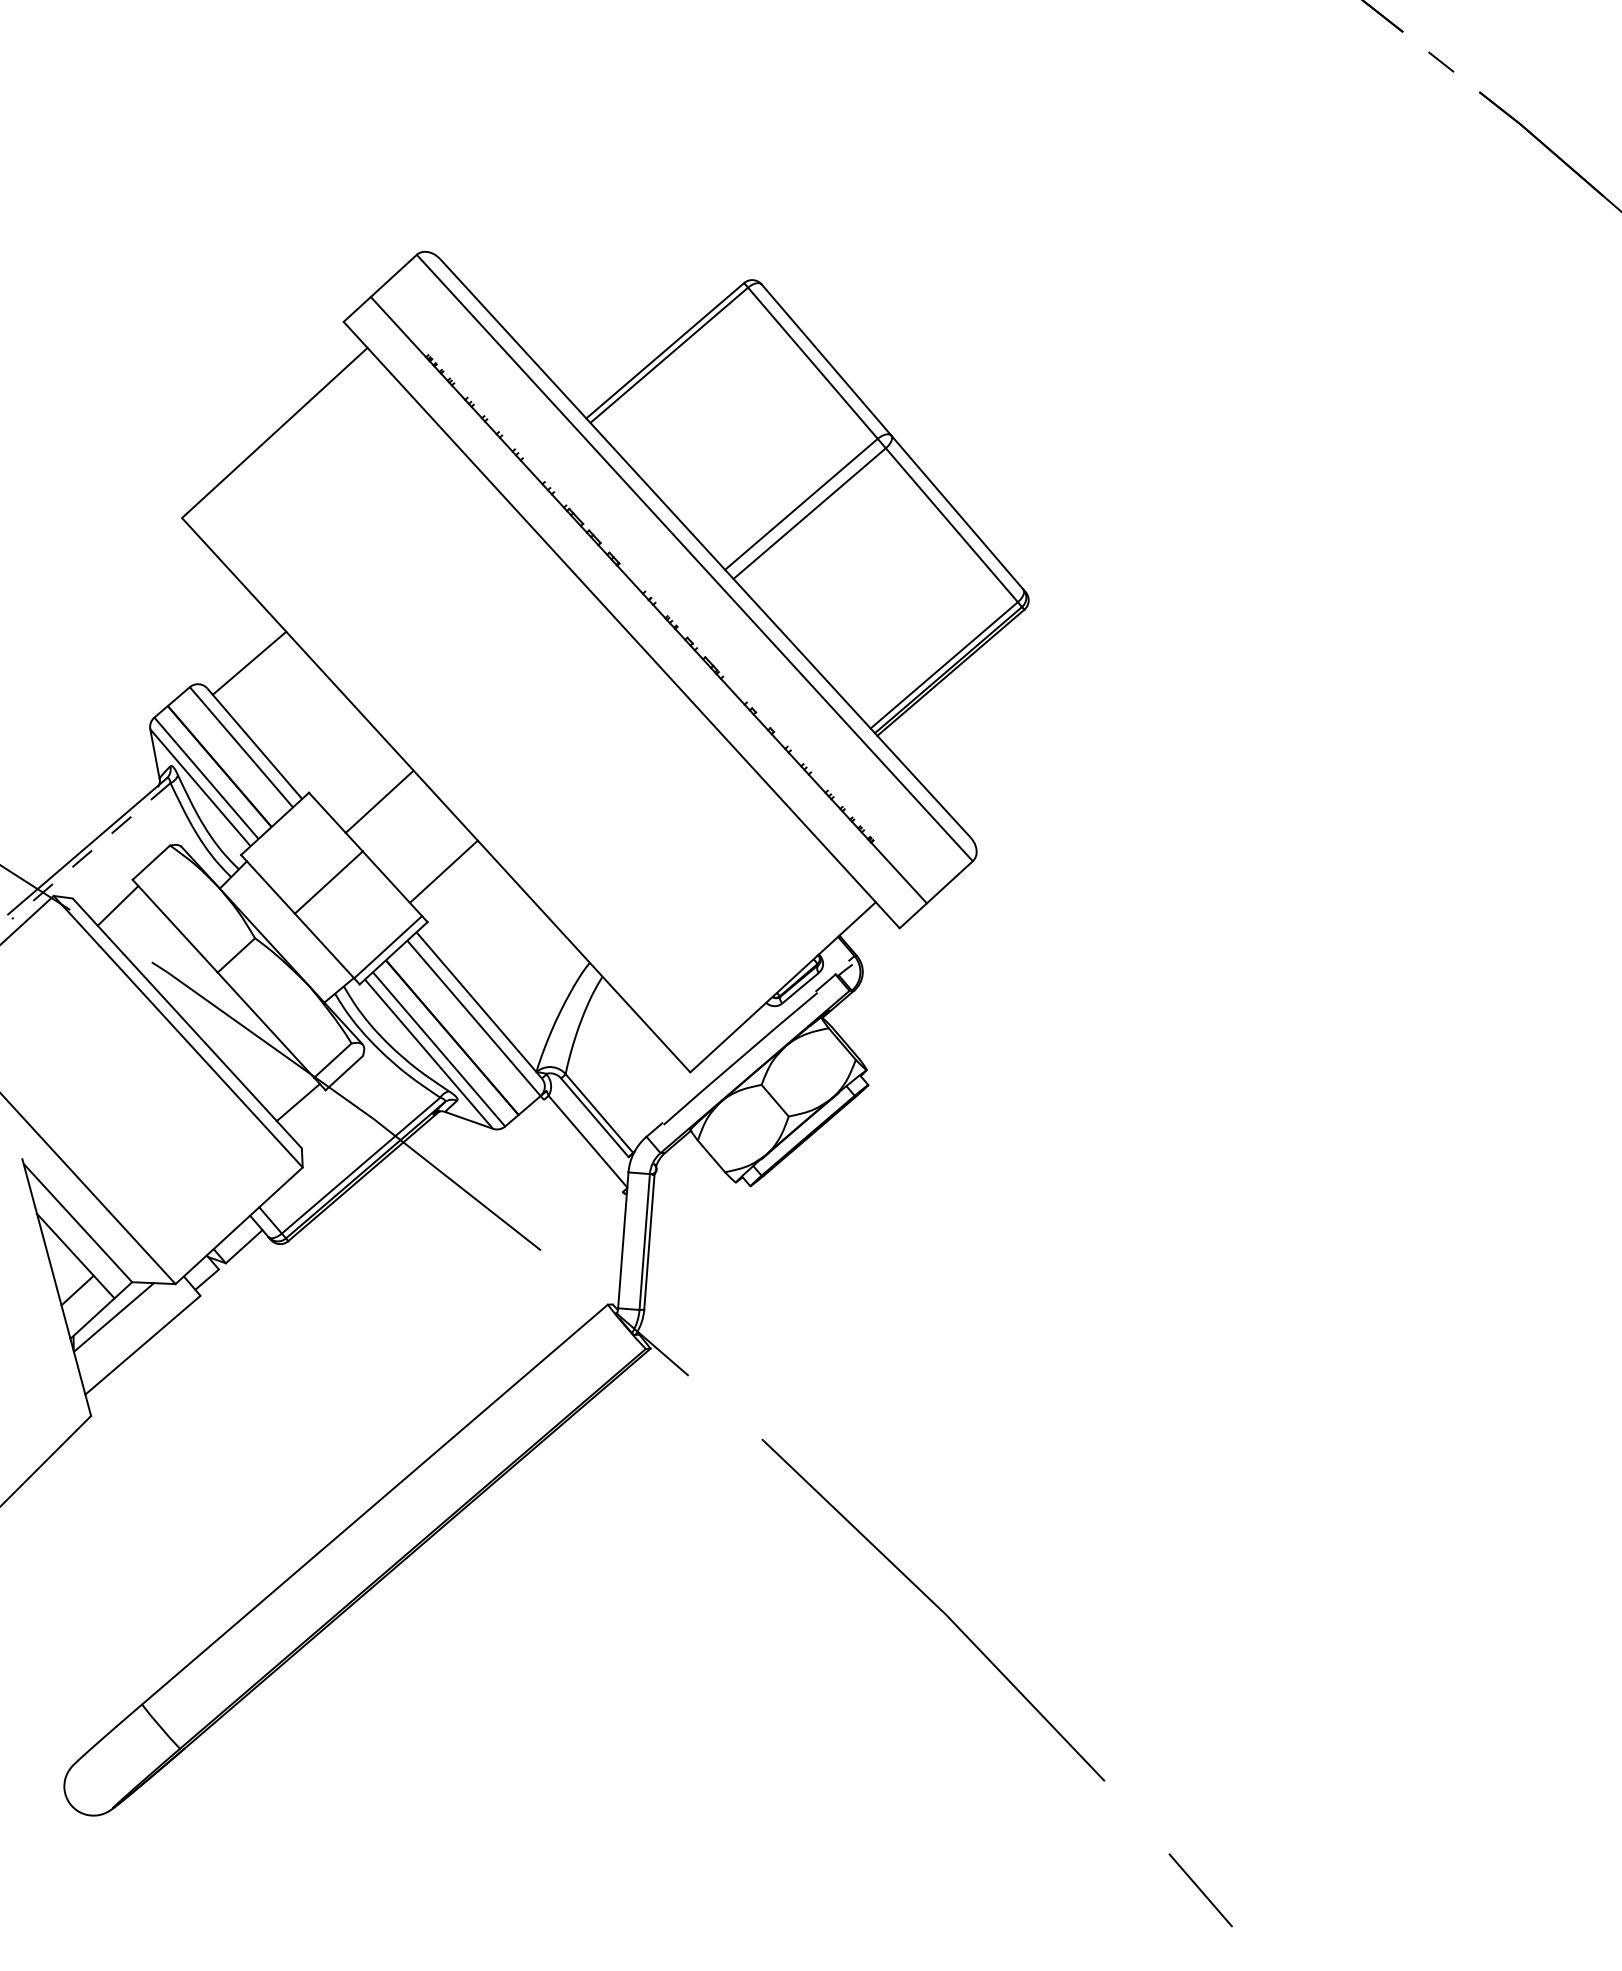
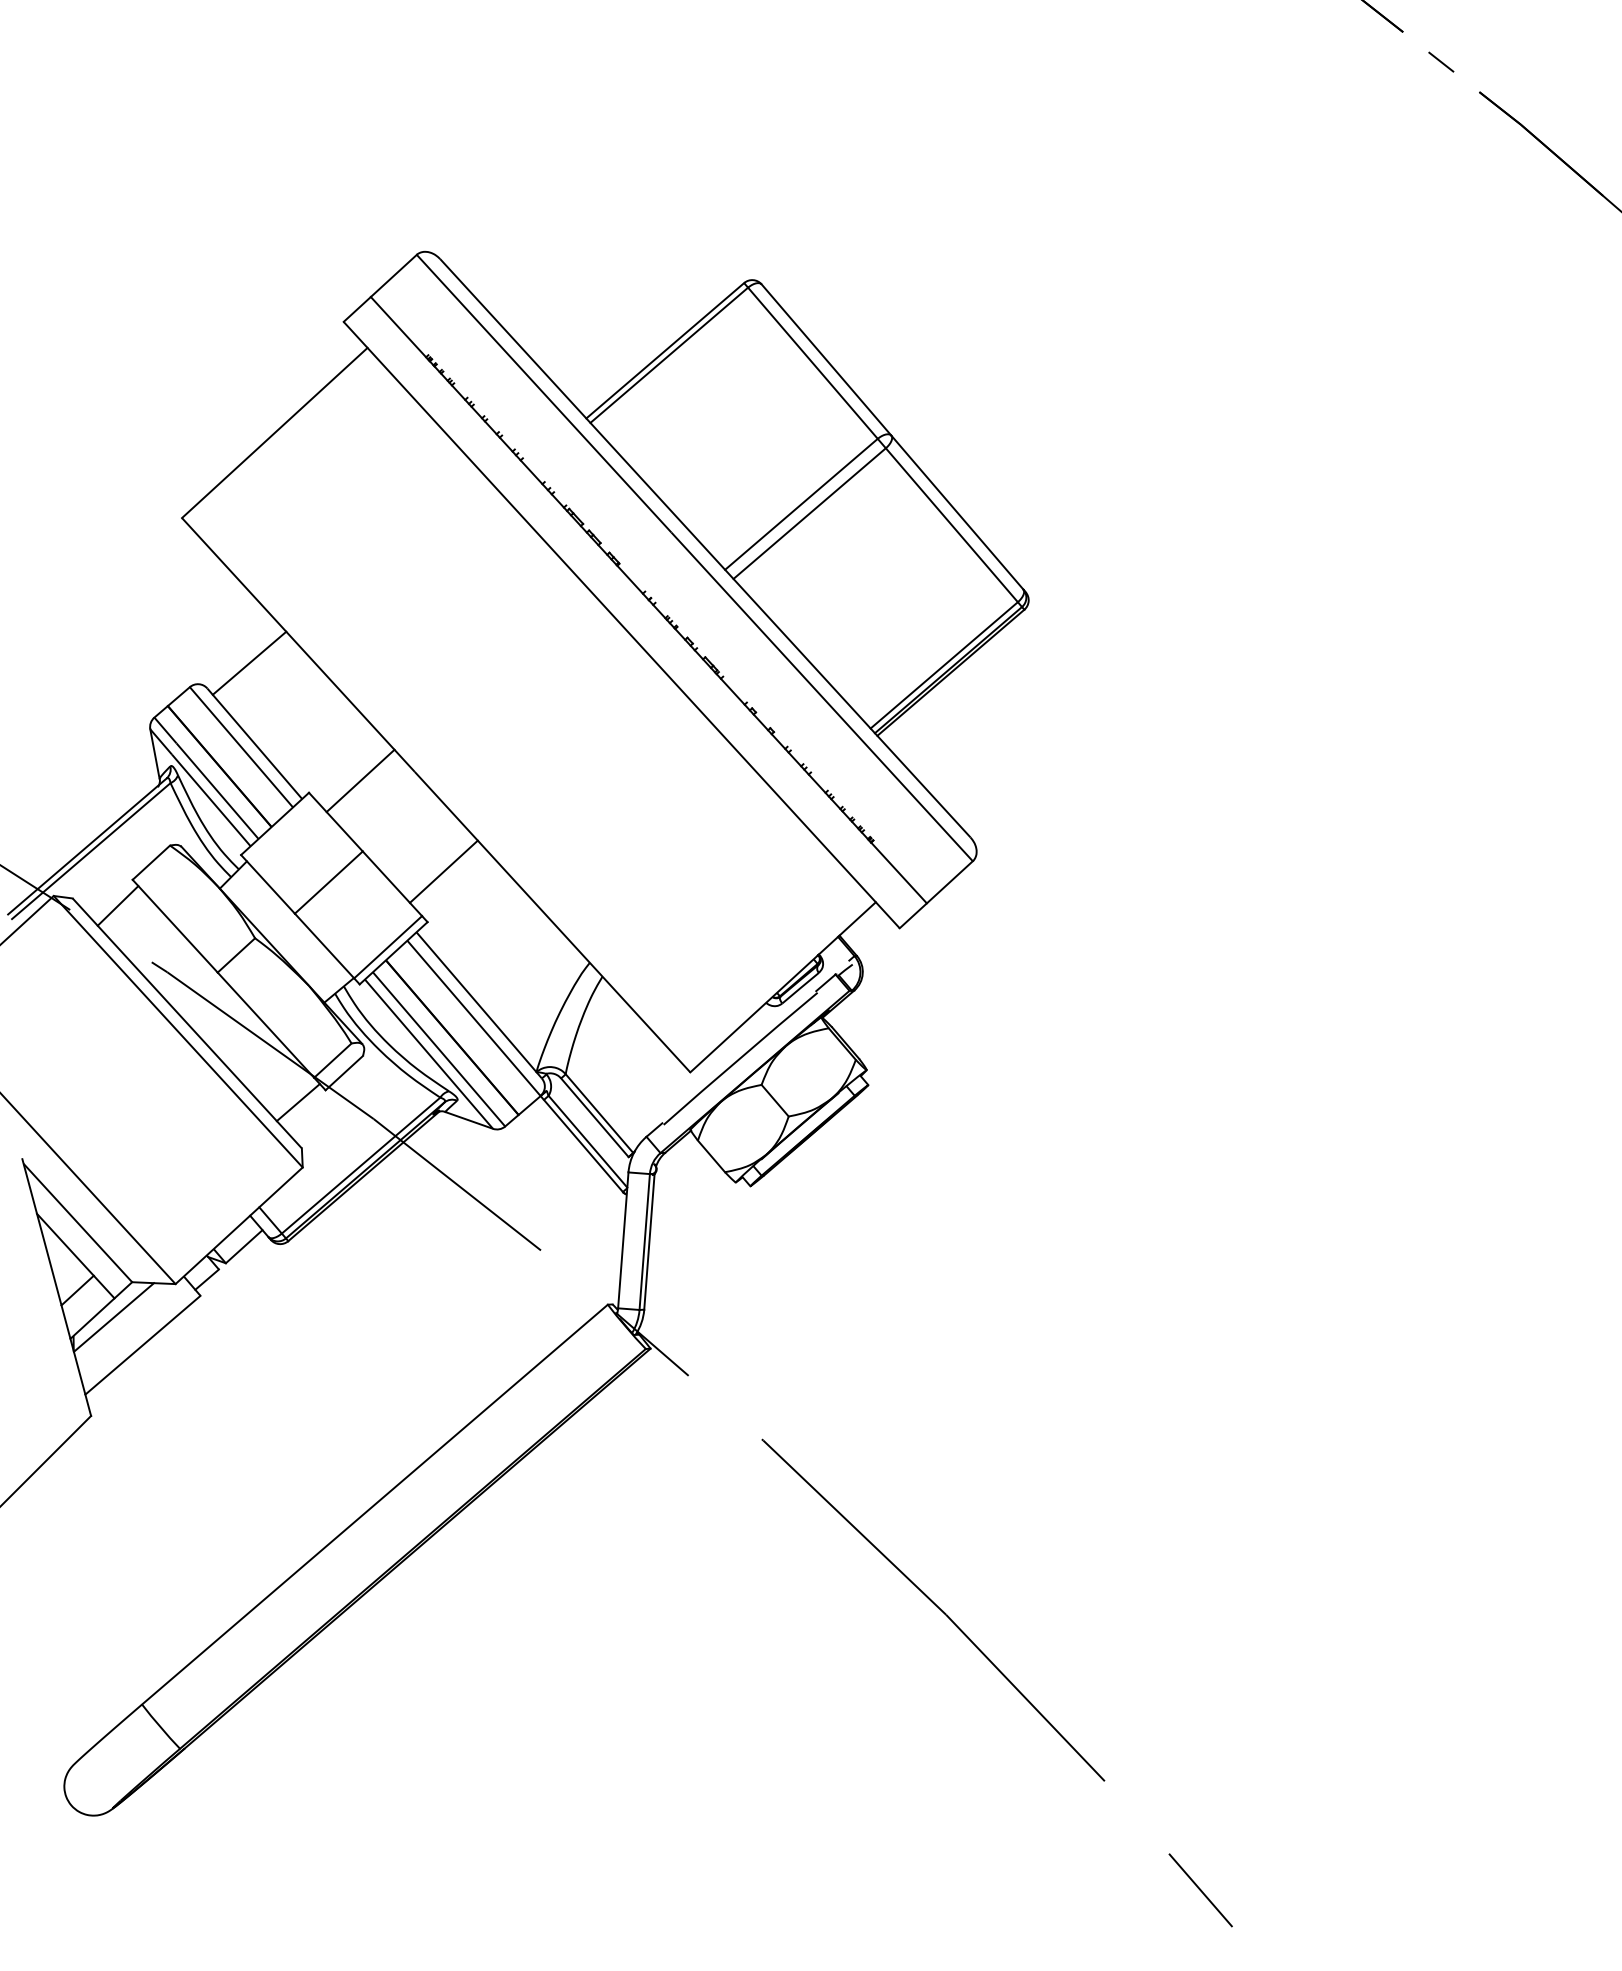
line at (379, 801) position: (379, 801) -> (360, 780)
line at (90, 851): dashed -> solid
line at (583, 1146): none -> present
